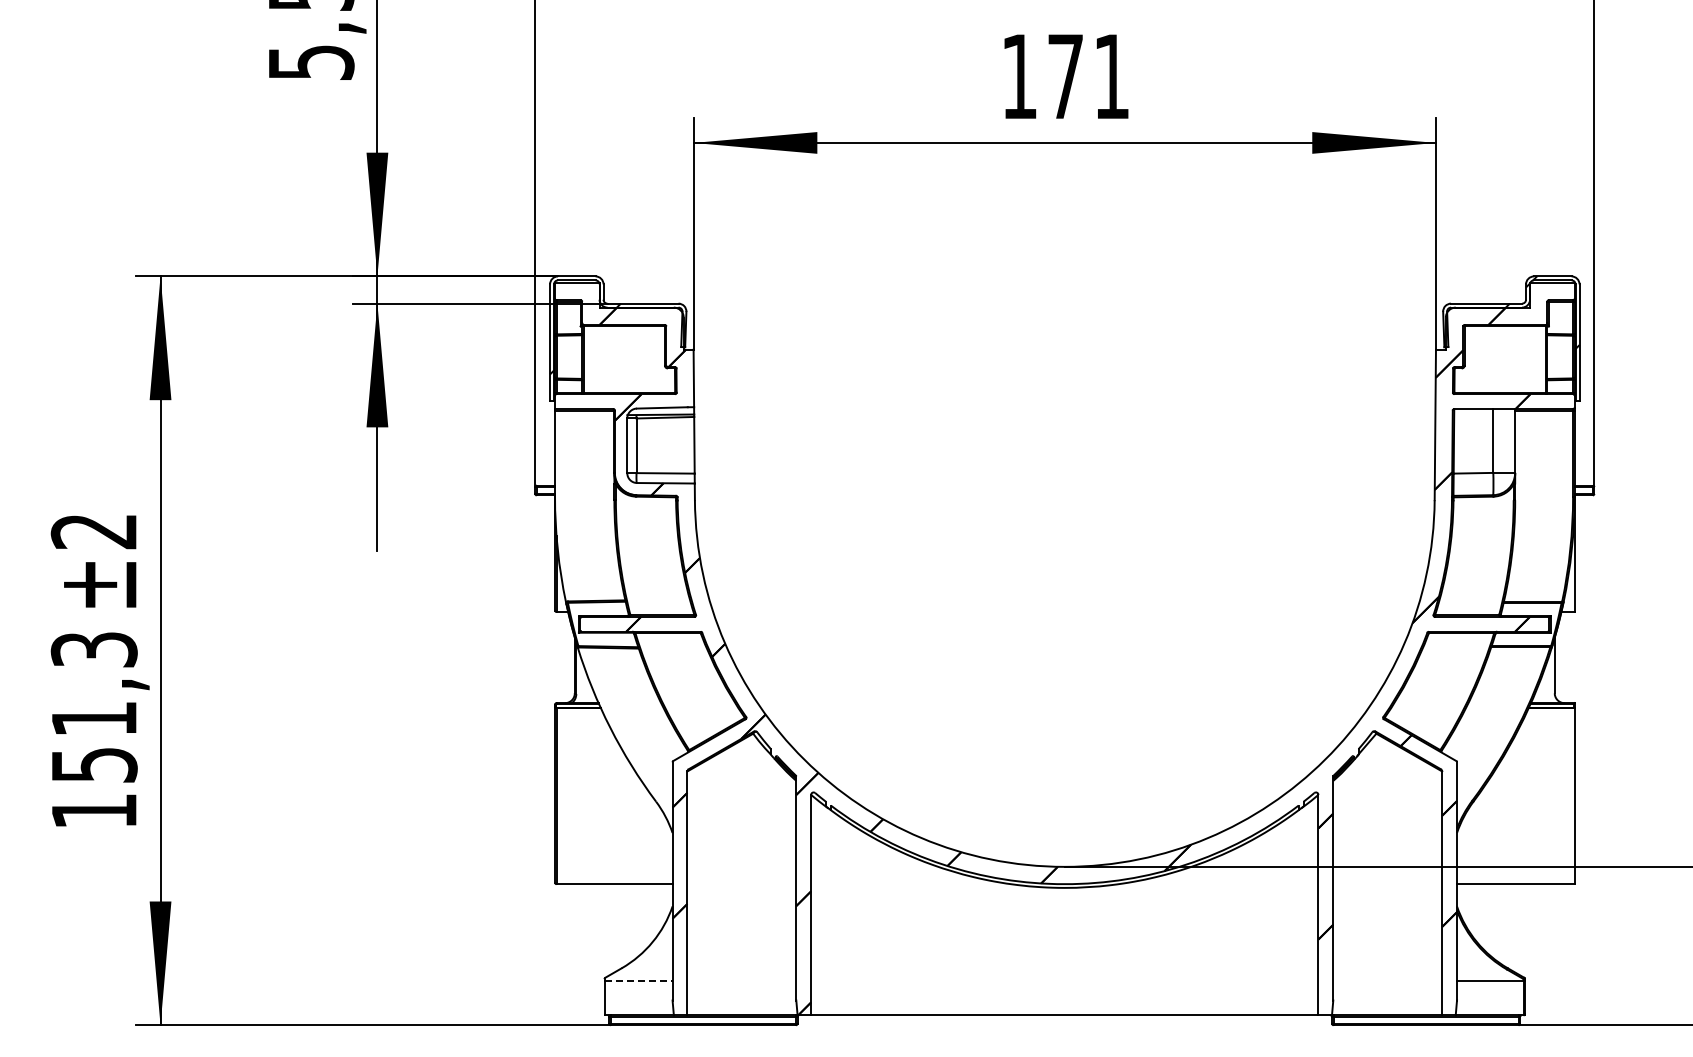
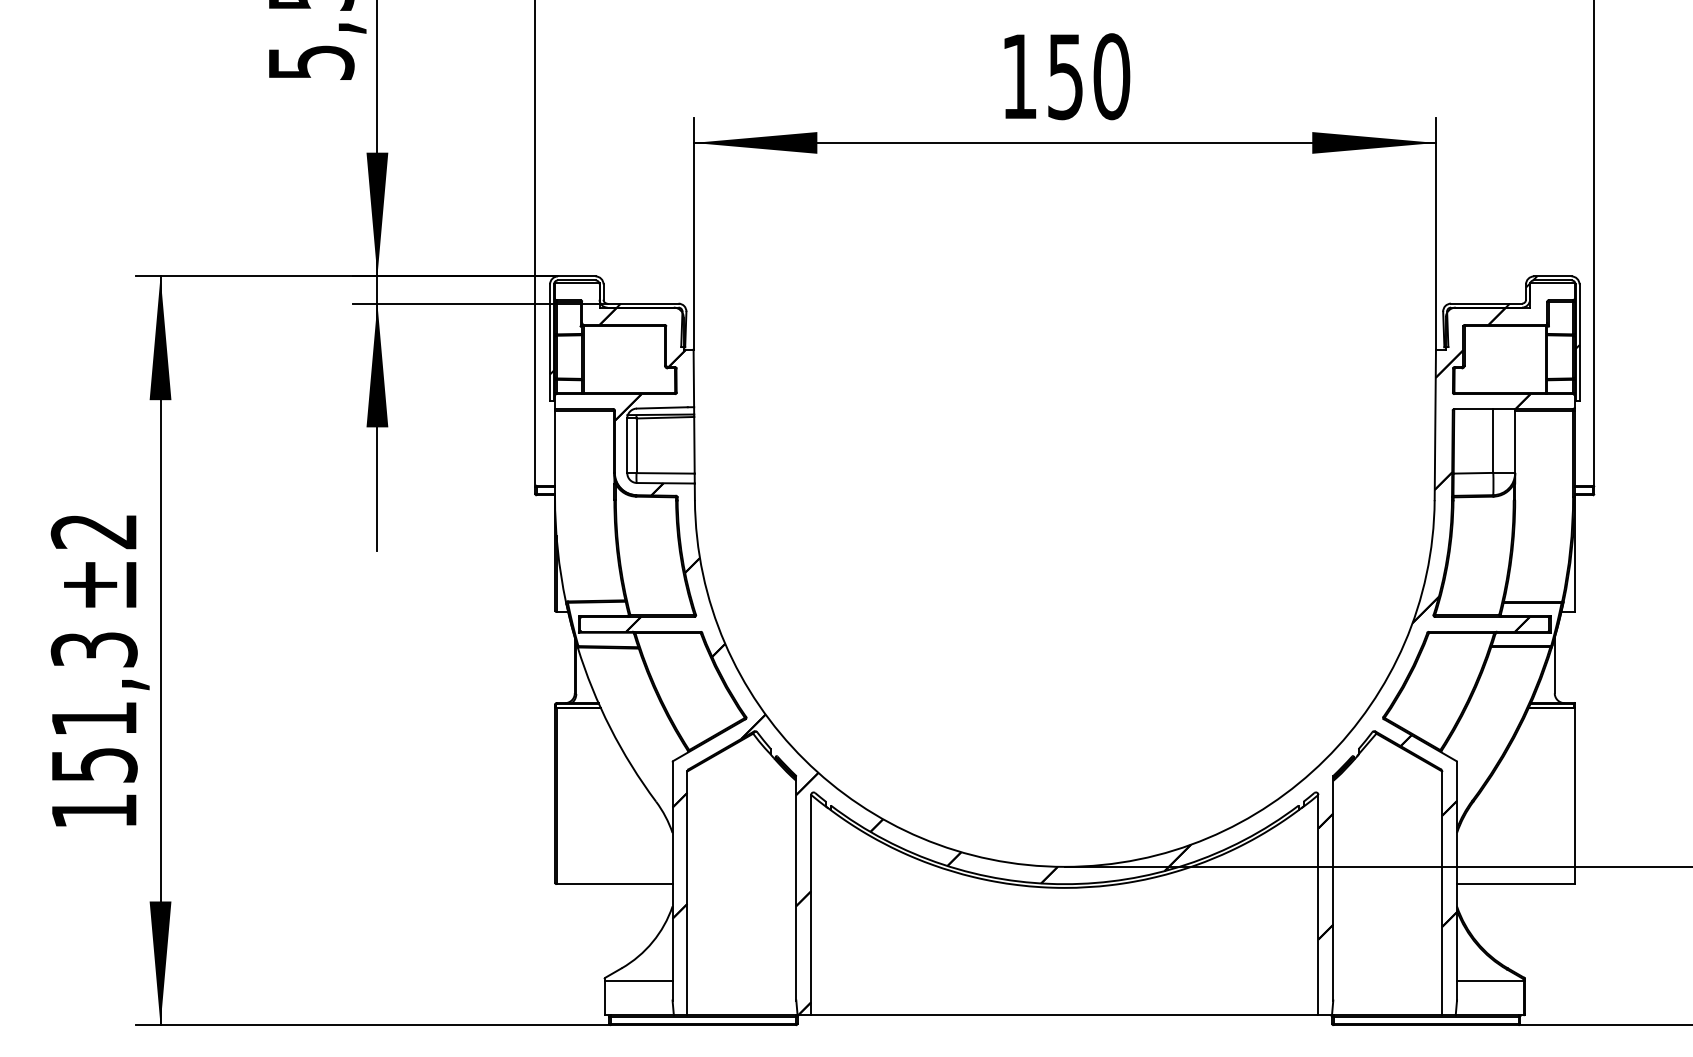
text at (1089, 76): 171 -> 150
line at (639, 980): dashed -> solid
